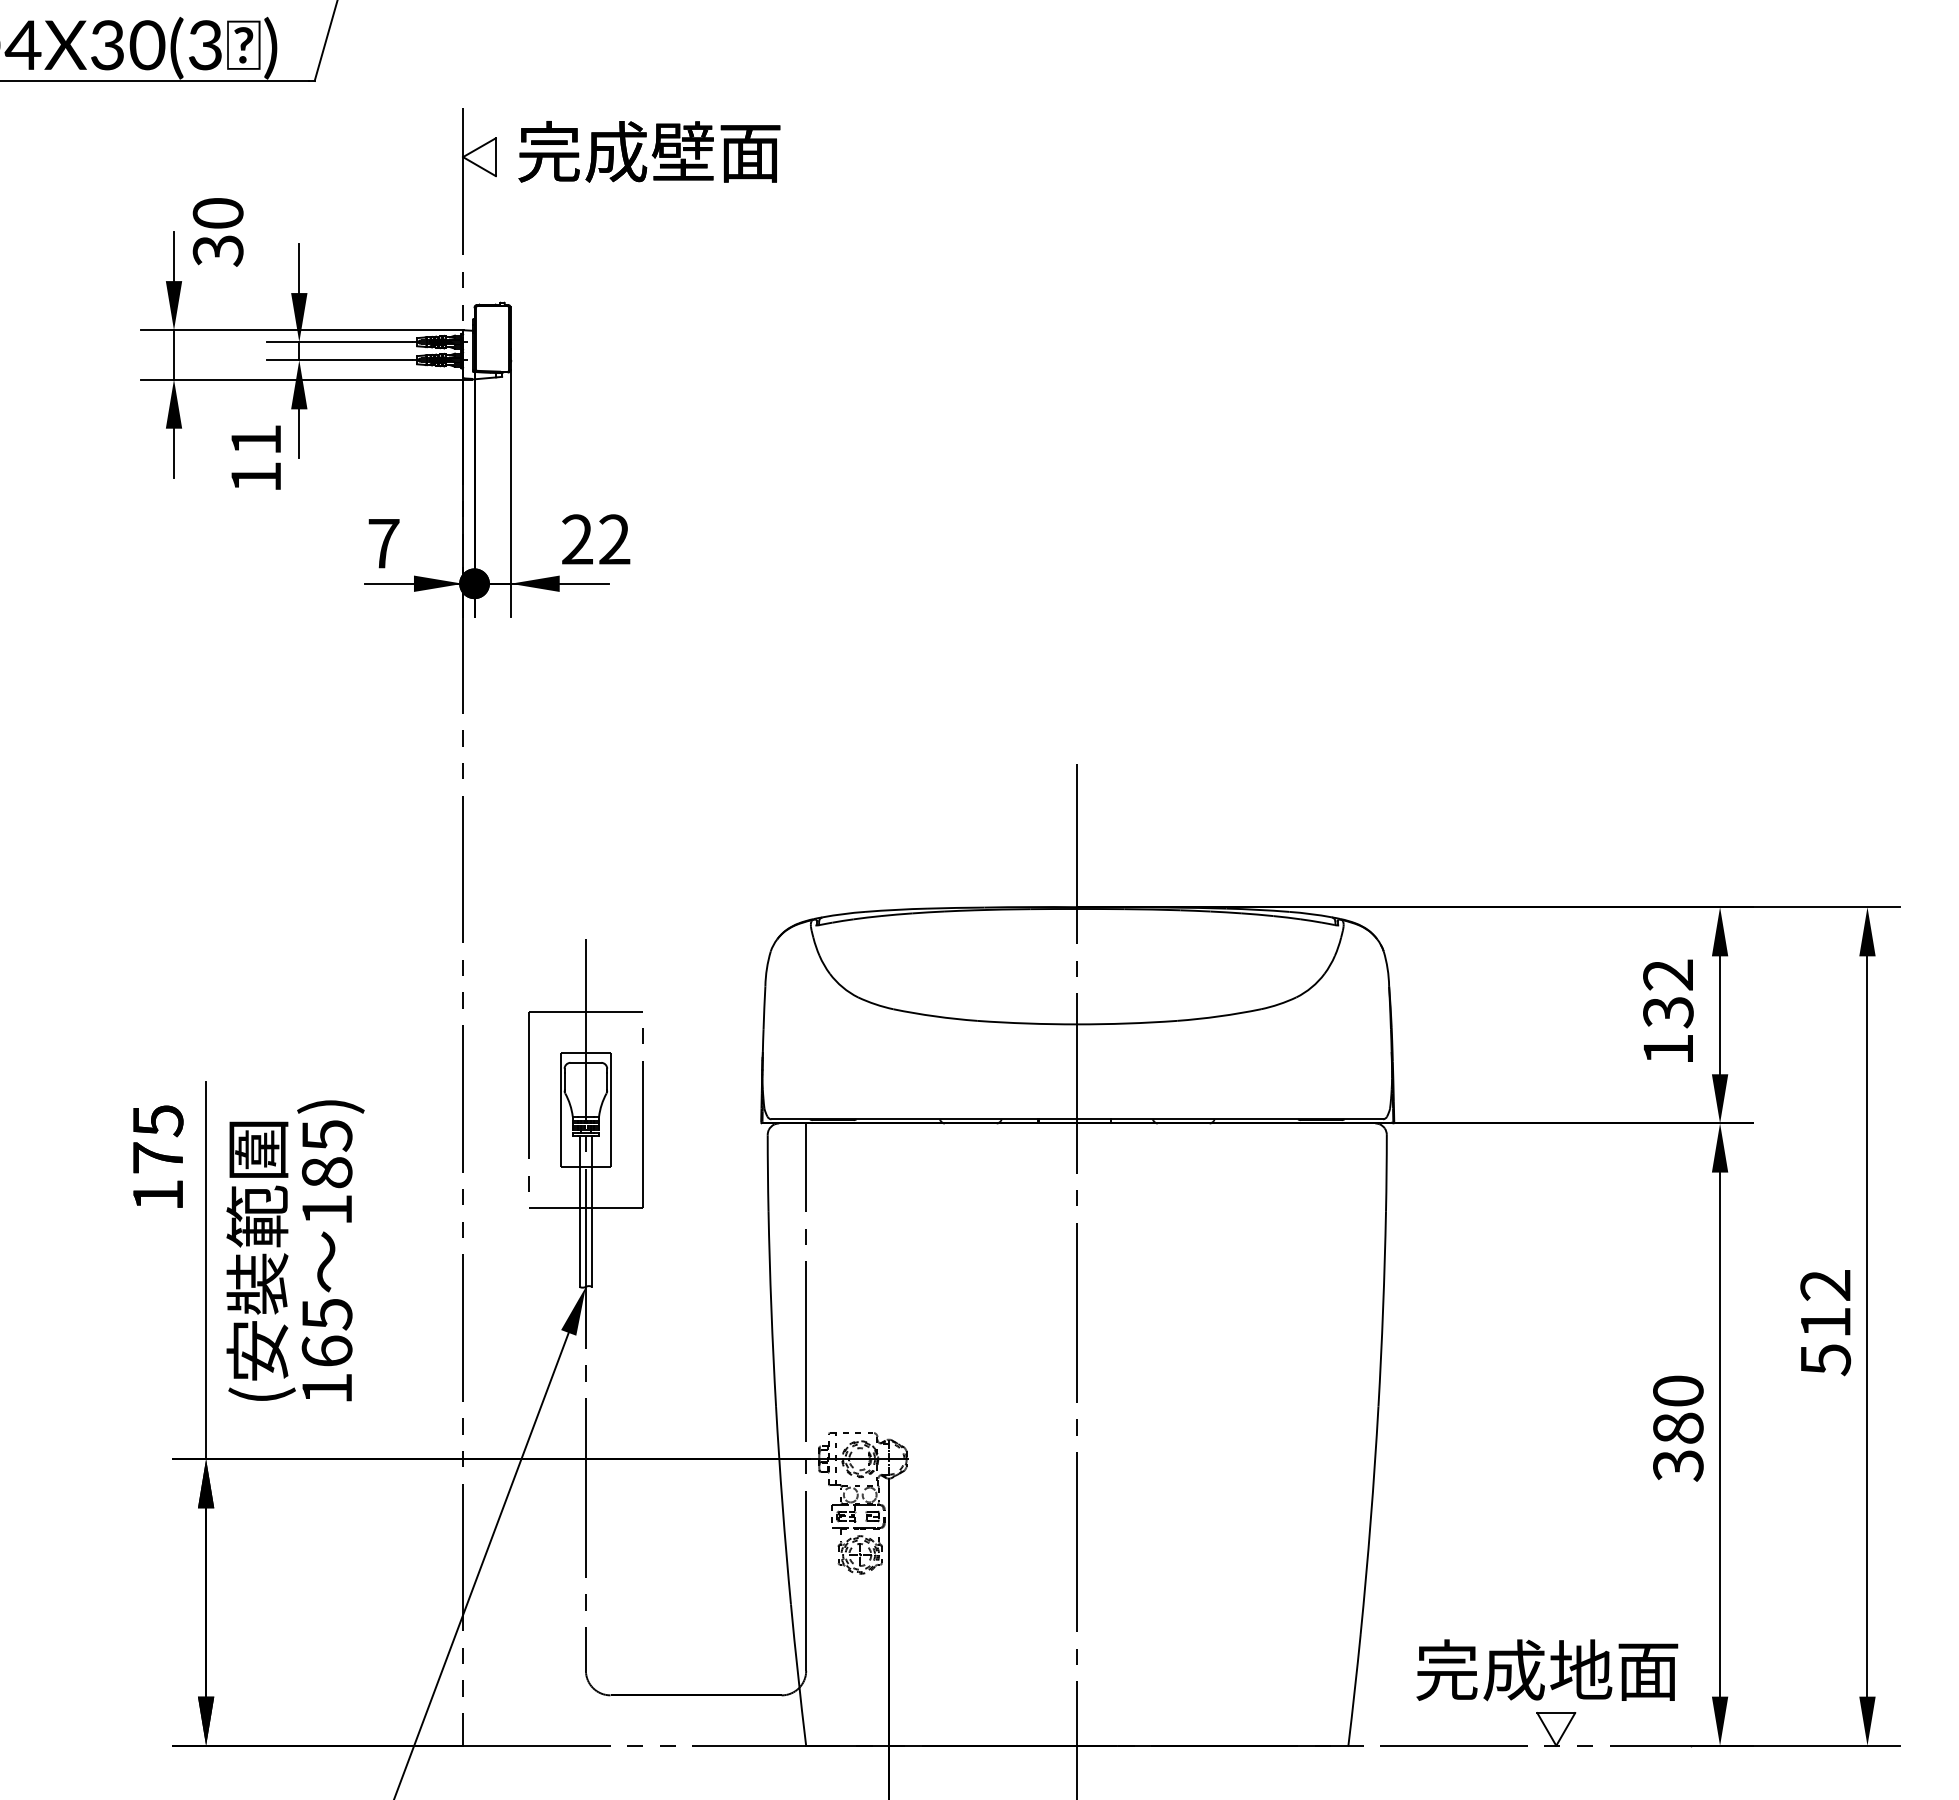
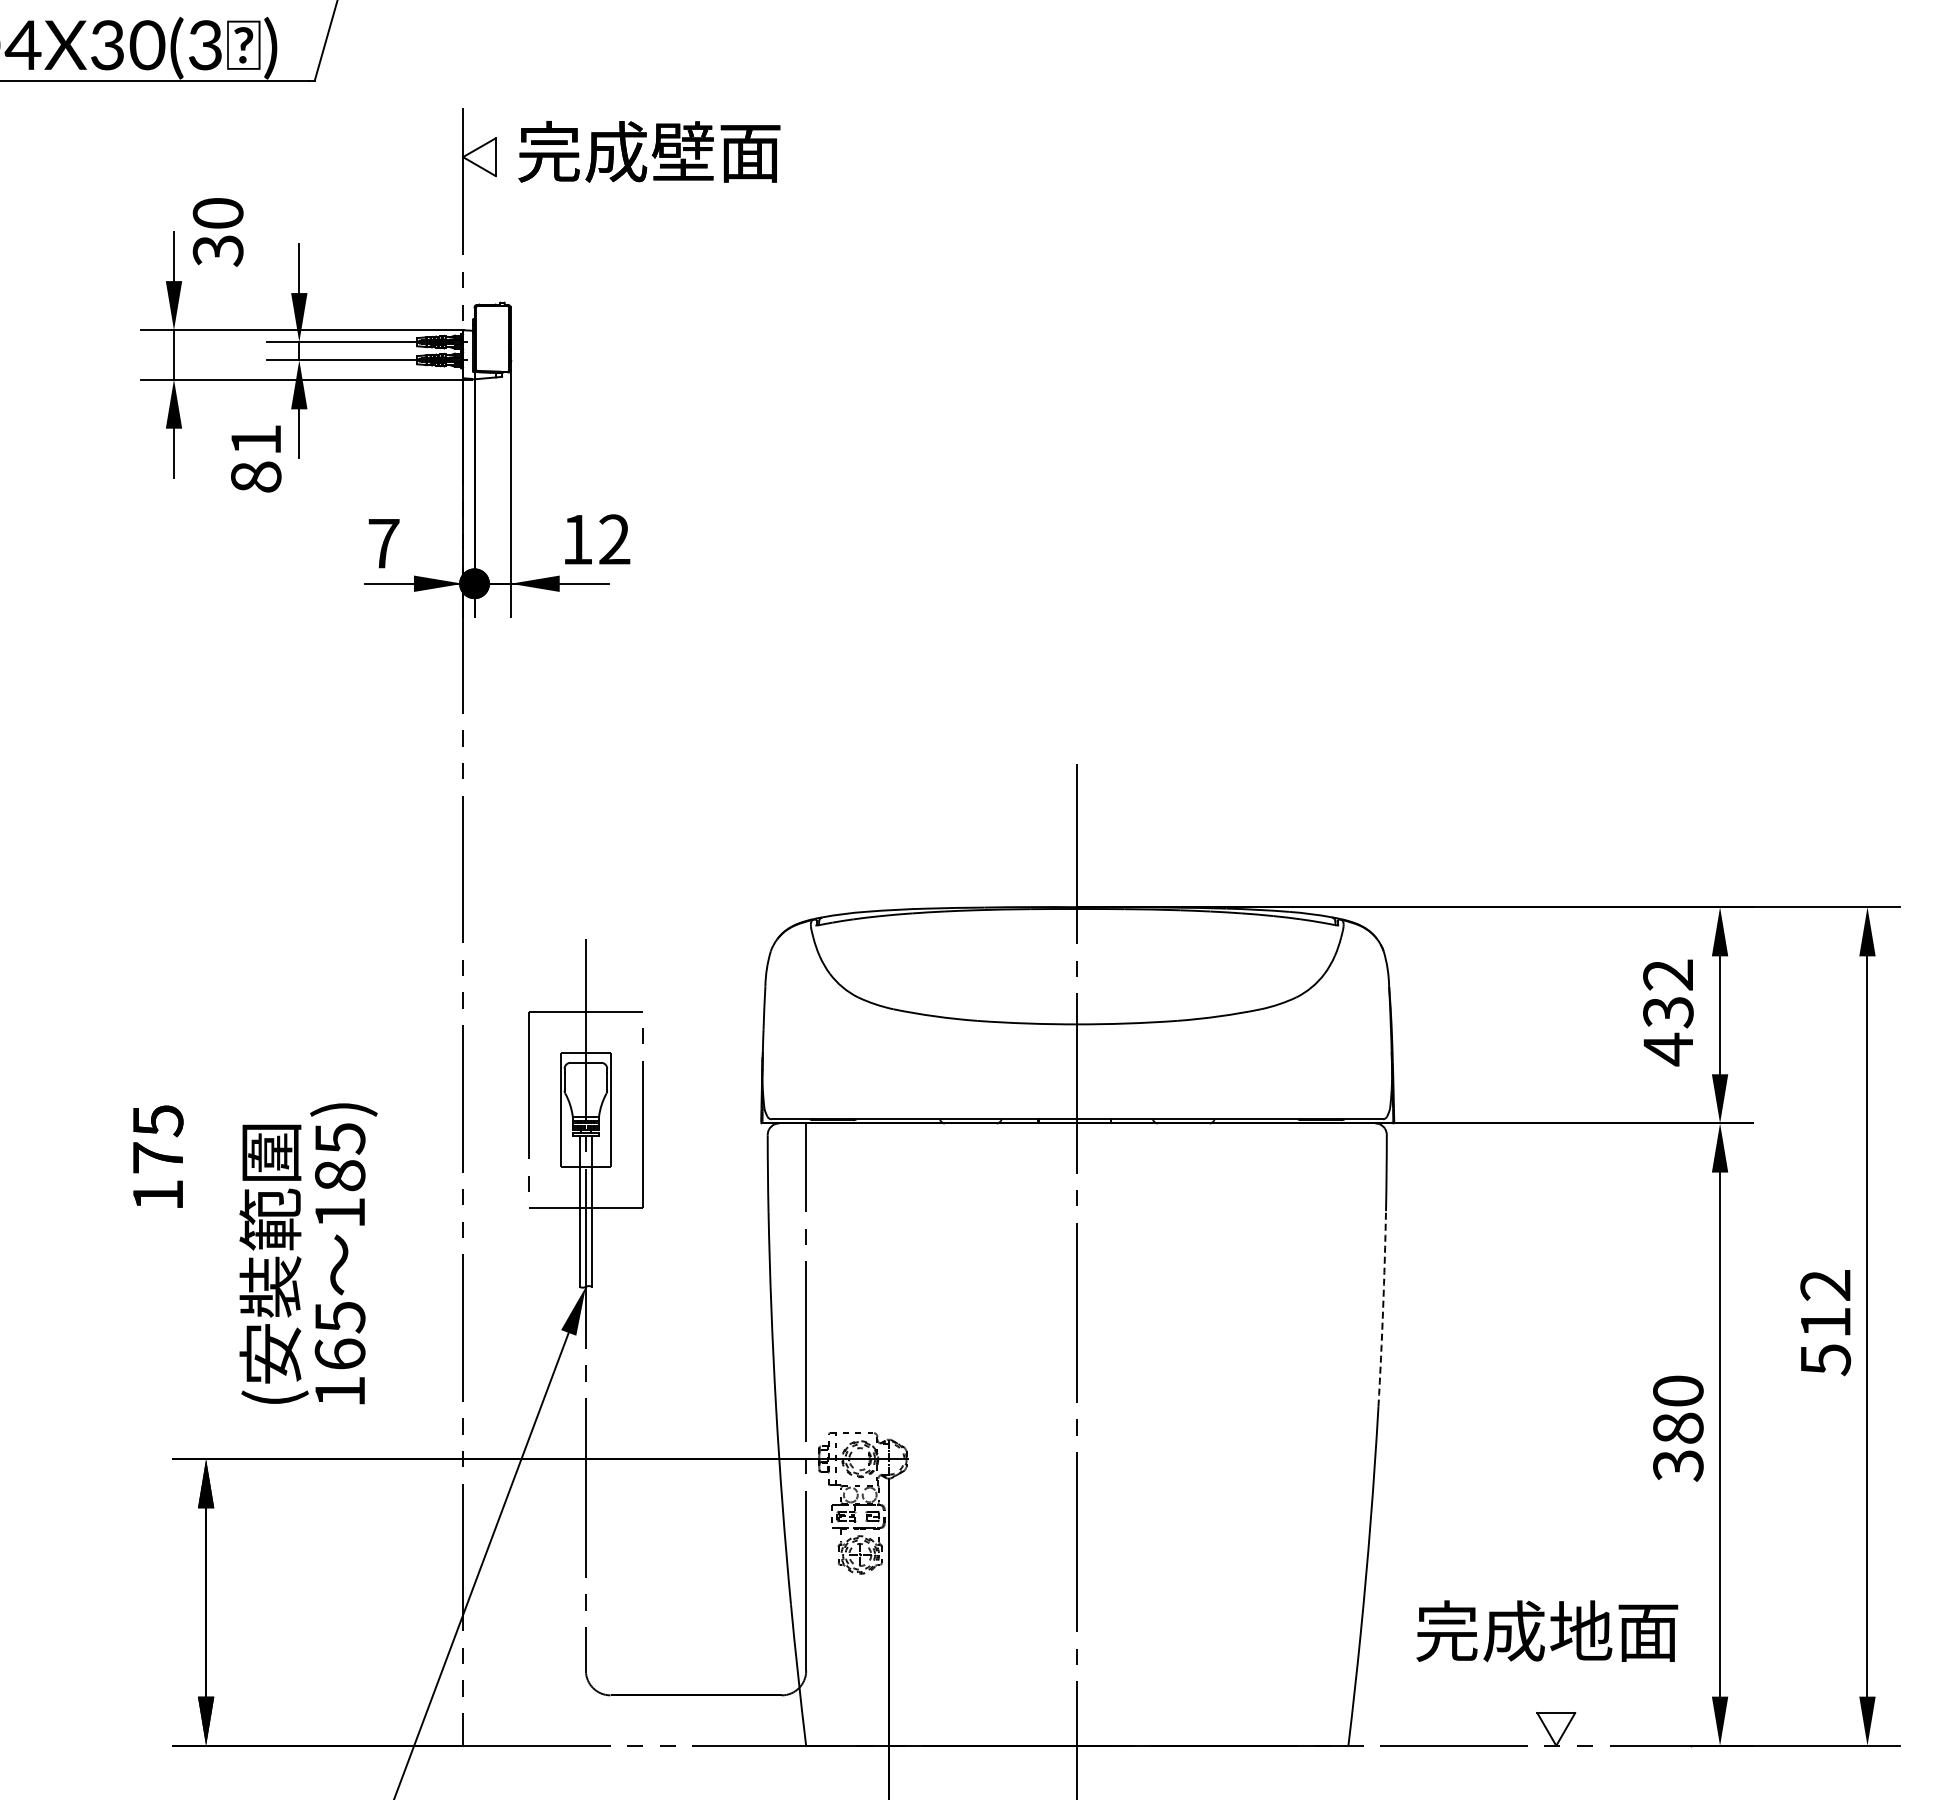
text at (256, 476): 11 -> 81
text at (577, 539): 22 -> 12
text at (1667, 1049): 132 -> 432
text at (295, 1250) position: (295, 1250) -> (308, 1253)
line at (206, 1270): present -> none
arc at (1383, 1308): solid -> dashed
text at (1547, 1670) position: (1547, 1670) -> (1547, 1631)
